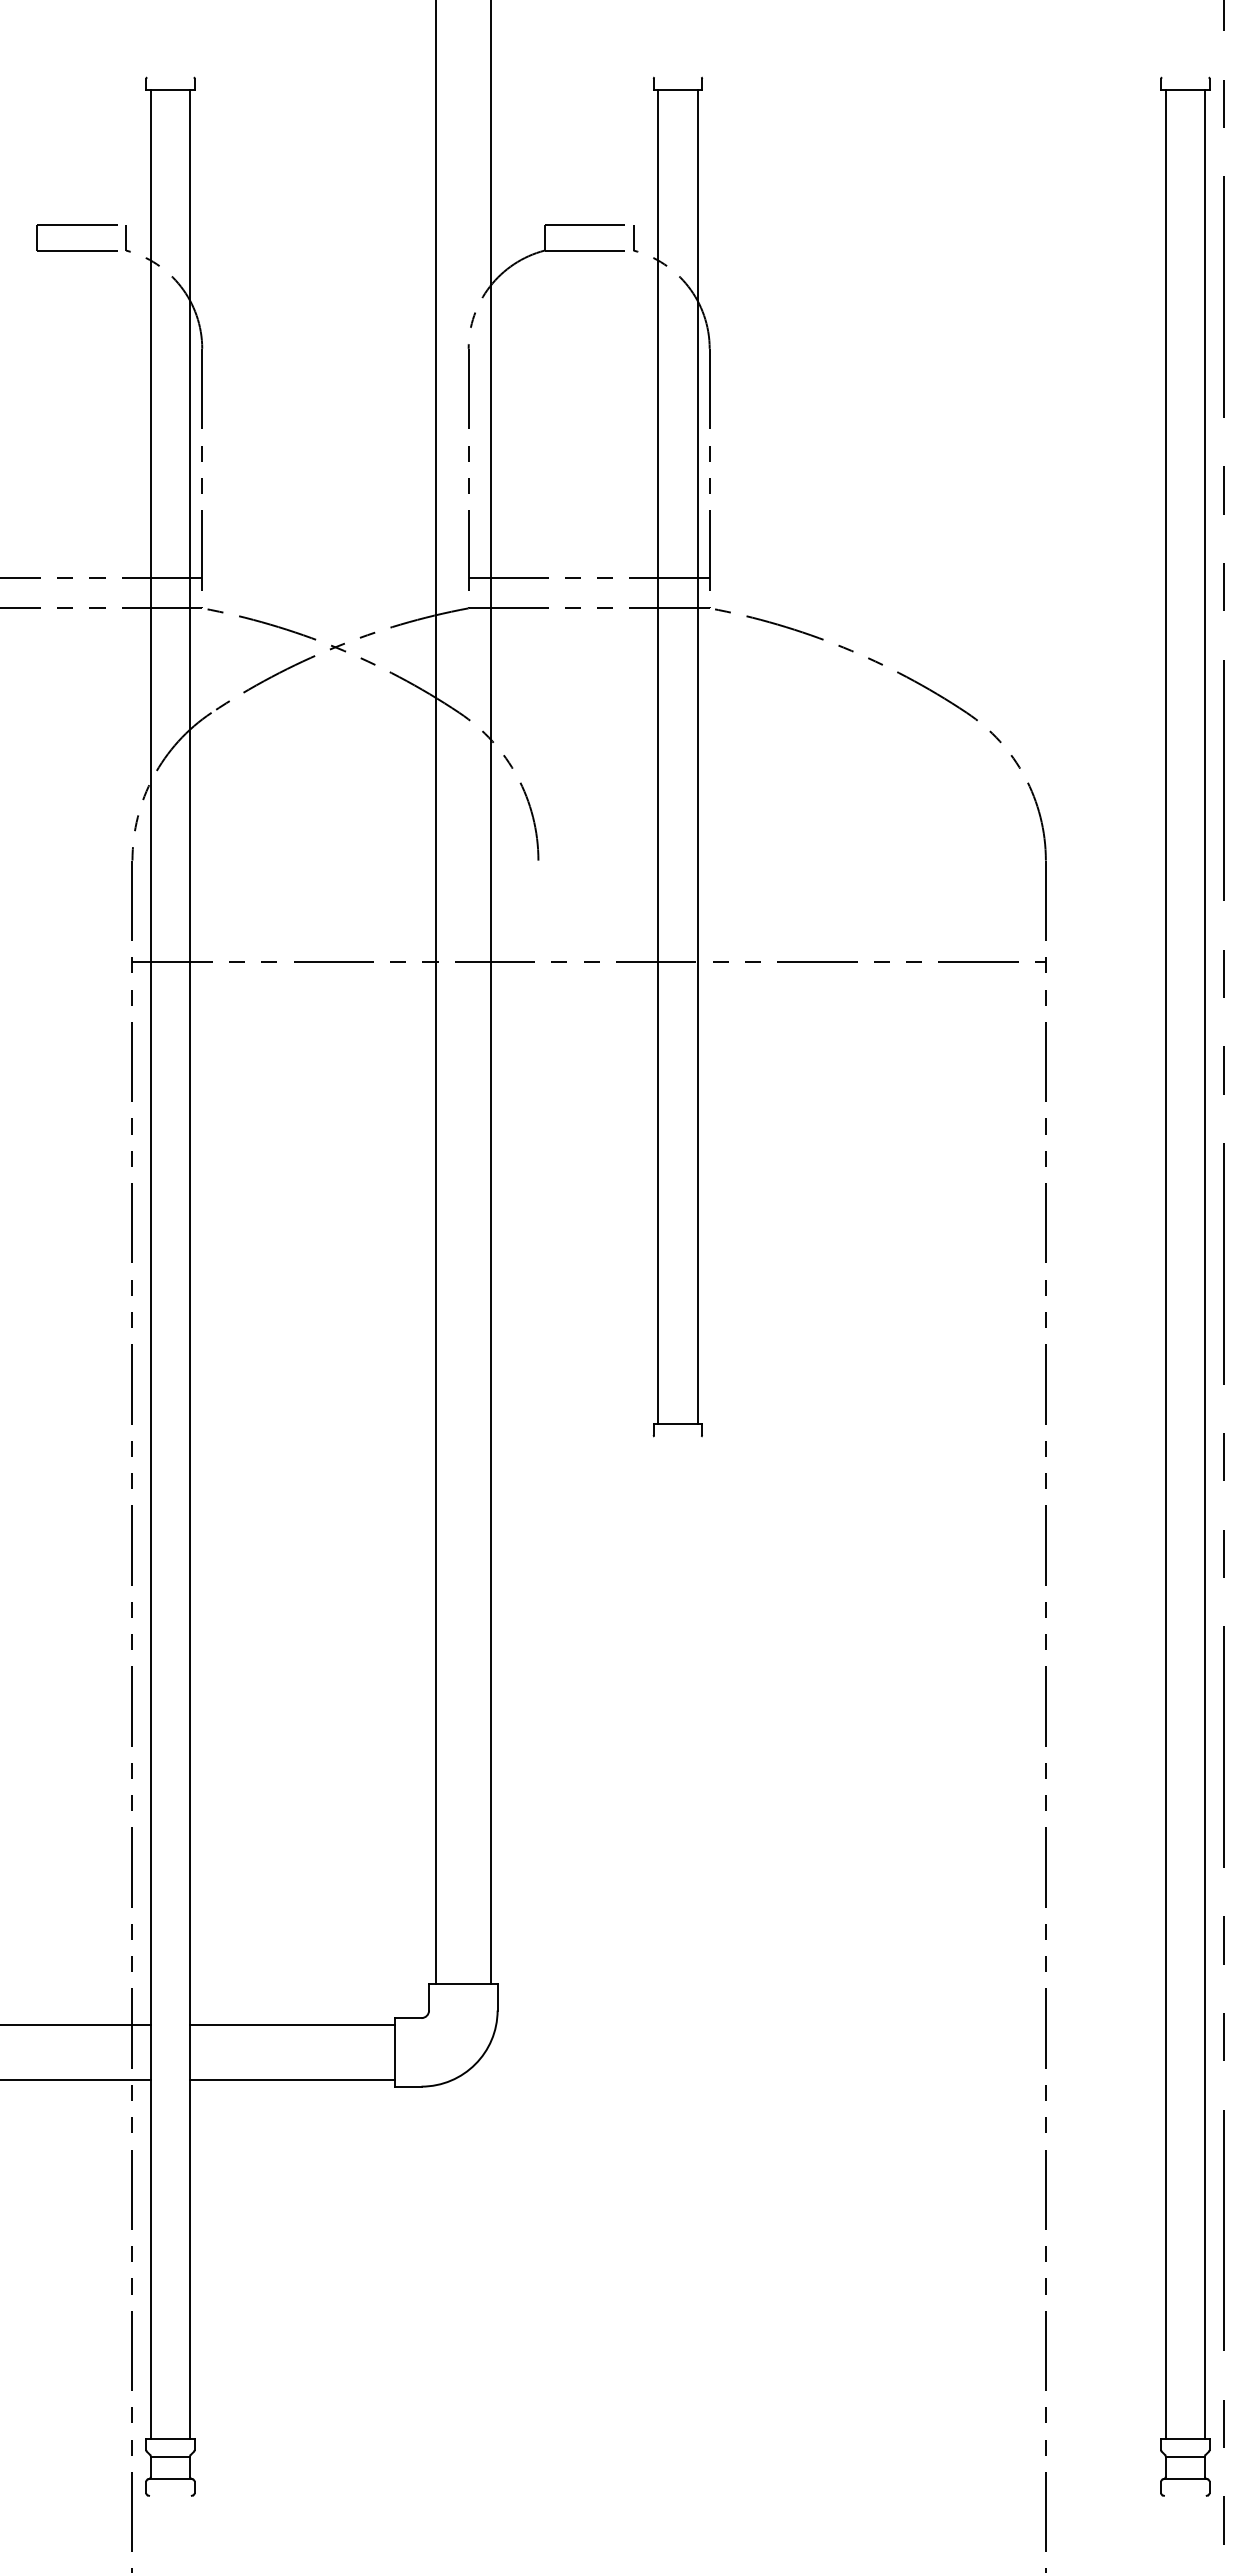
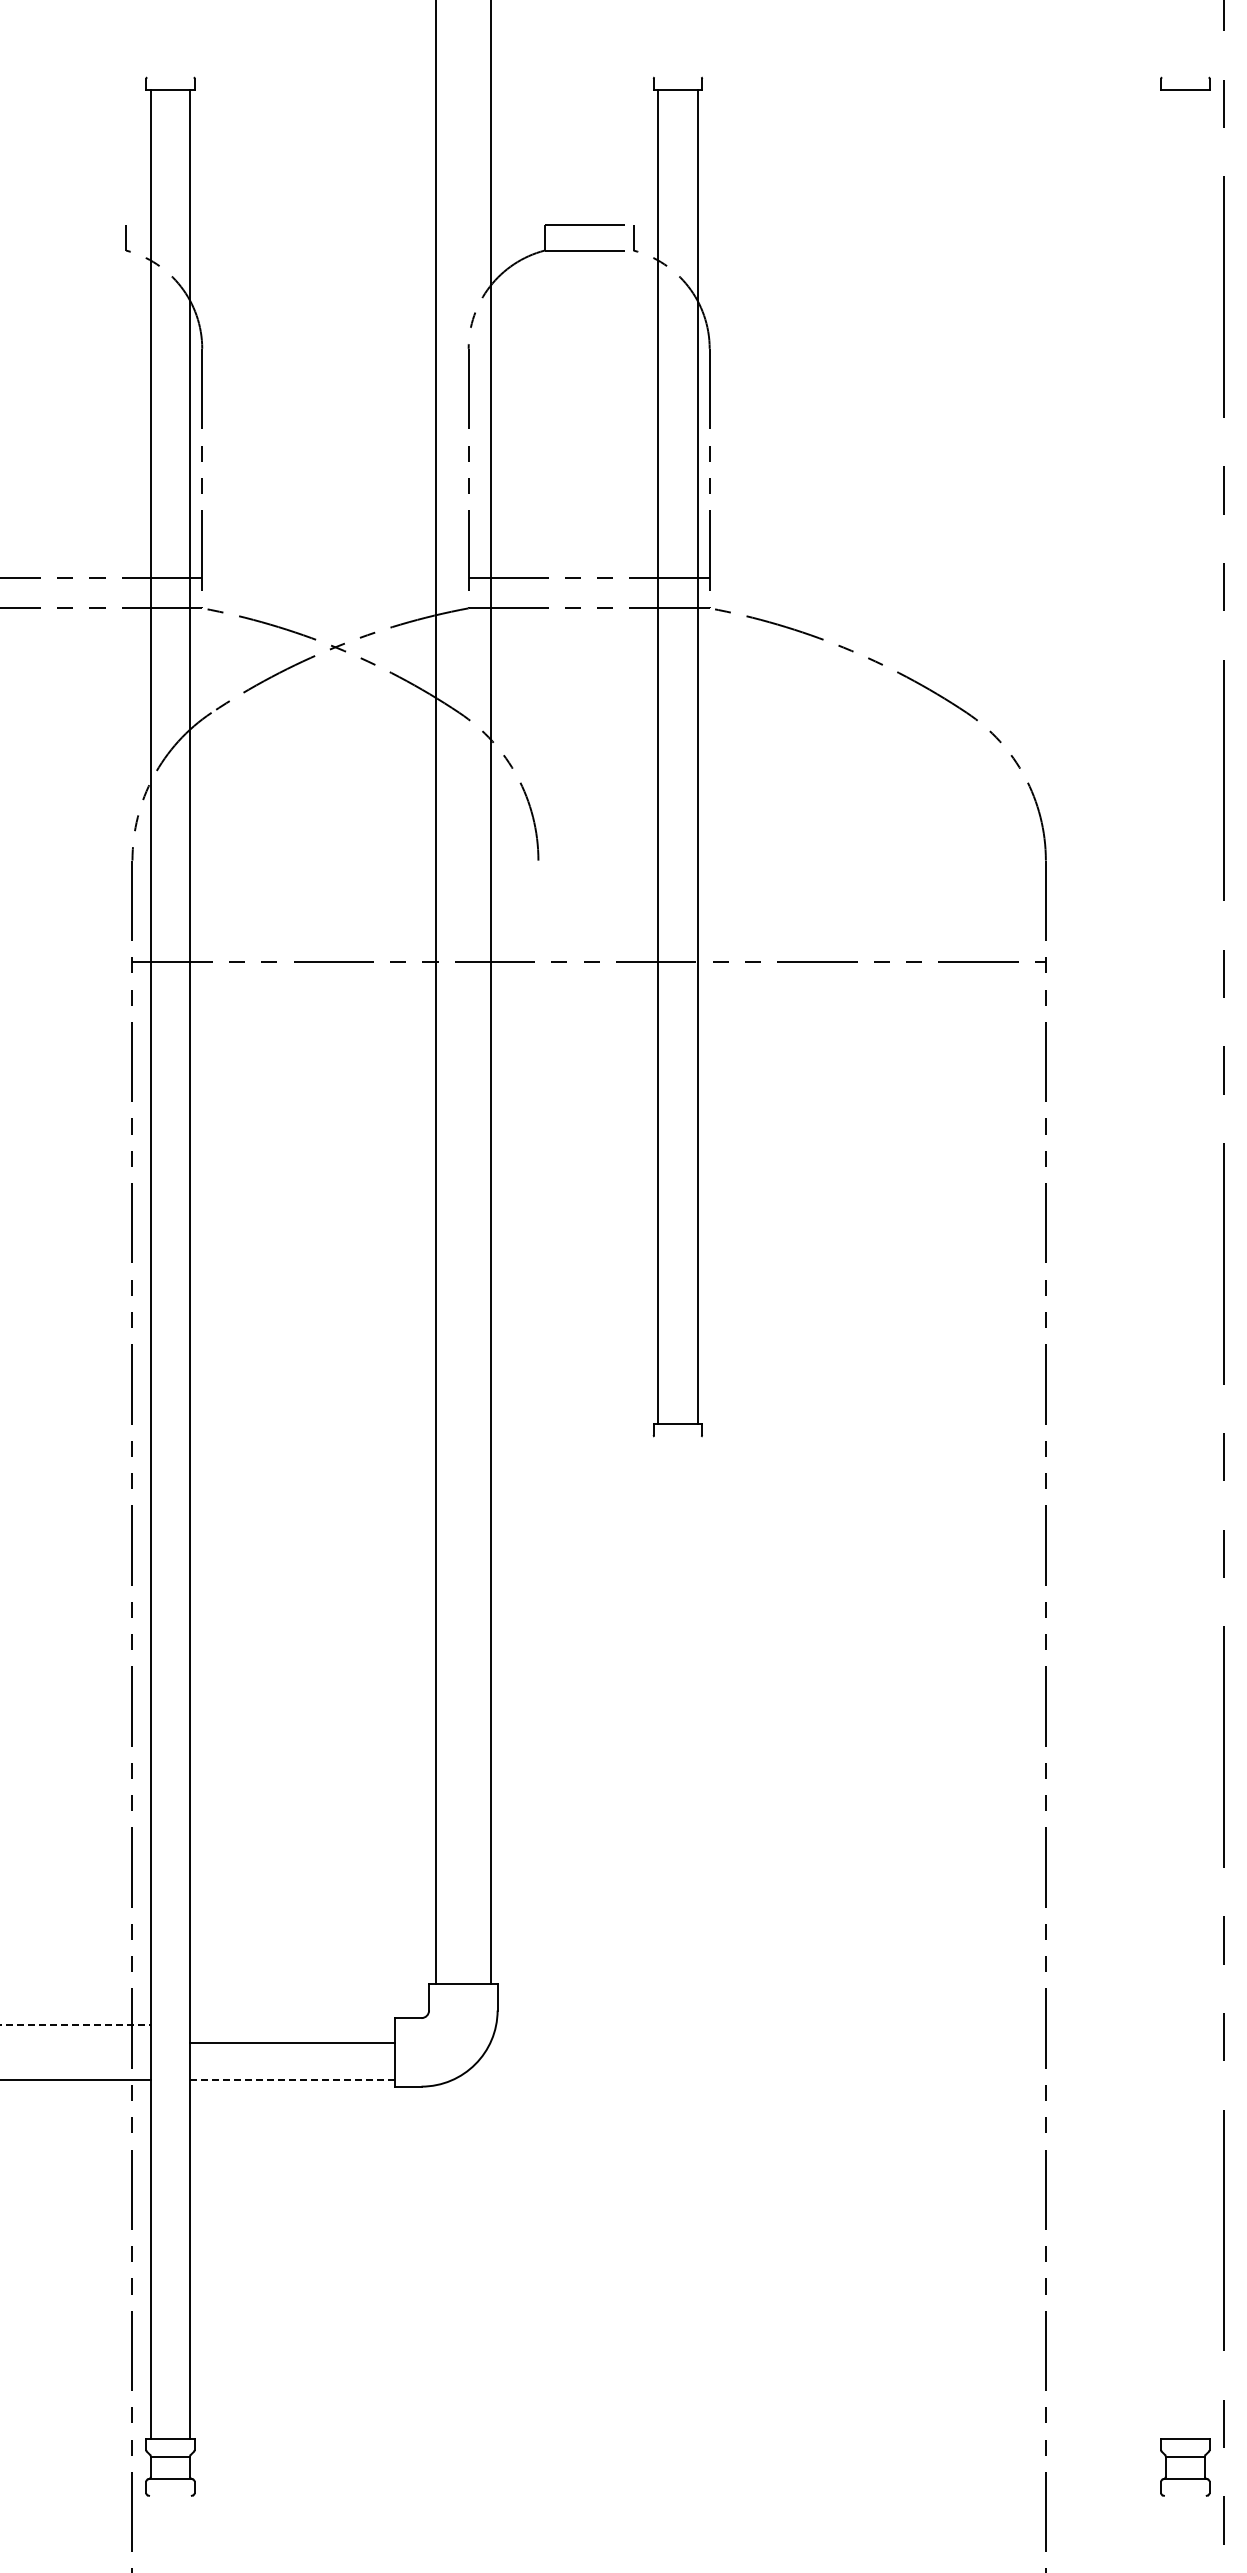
part at (76, 225): present -> none
line at (1165, 1264): present -> none
line at (1205, 1264): present -> none
line at (75, 2024): solid -> dashed
line at (292, 2024) position: (292, 2024) -> (292, 2042)
line at (293, 2079): solid -> dashed
